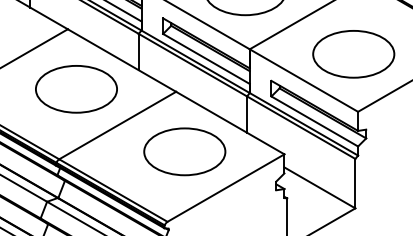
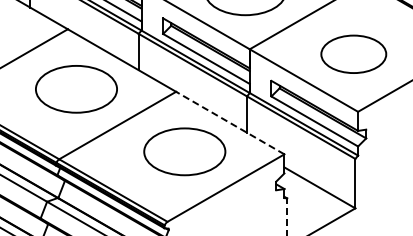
part at (353, 54) size: 84x49 px -> 68x40 px
line at (230, 123): solid -> dashed
line at (287, 217): solid -> dashed
